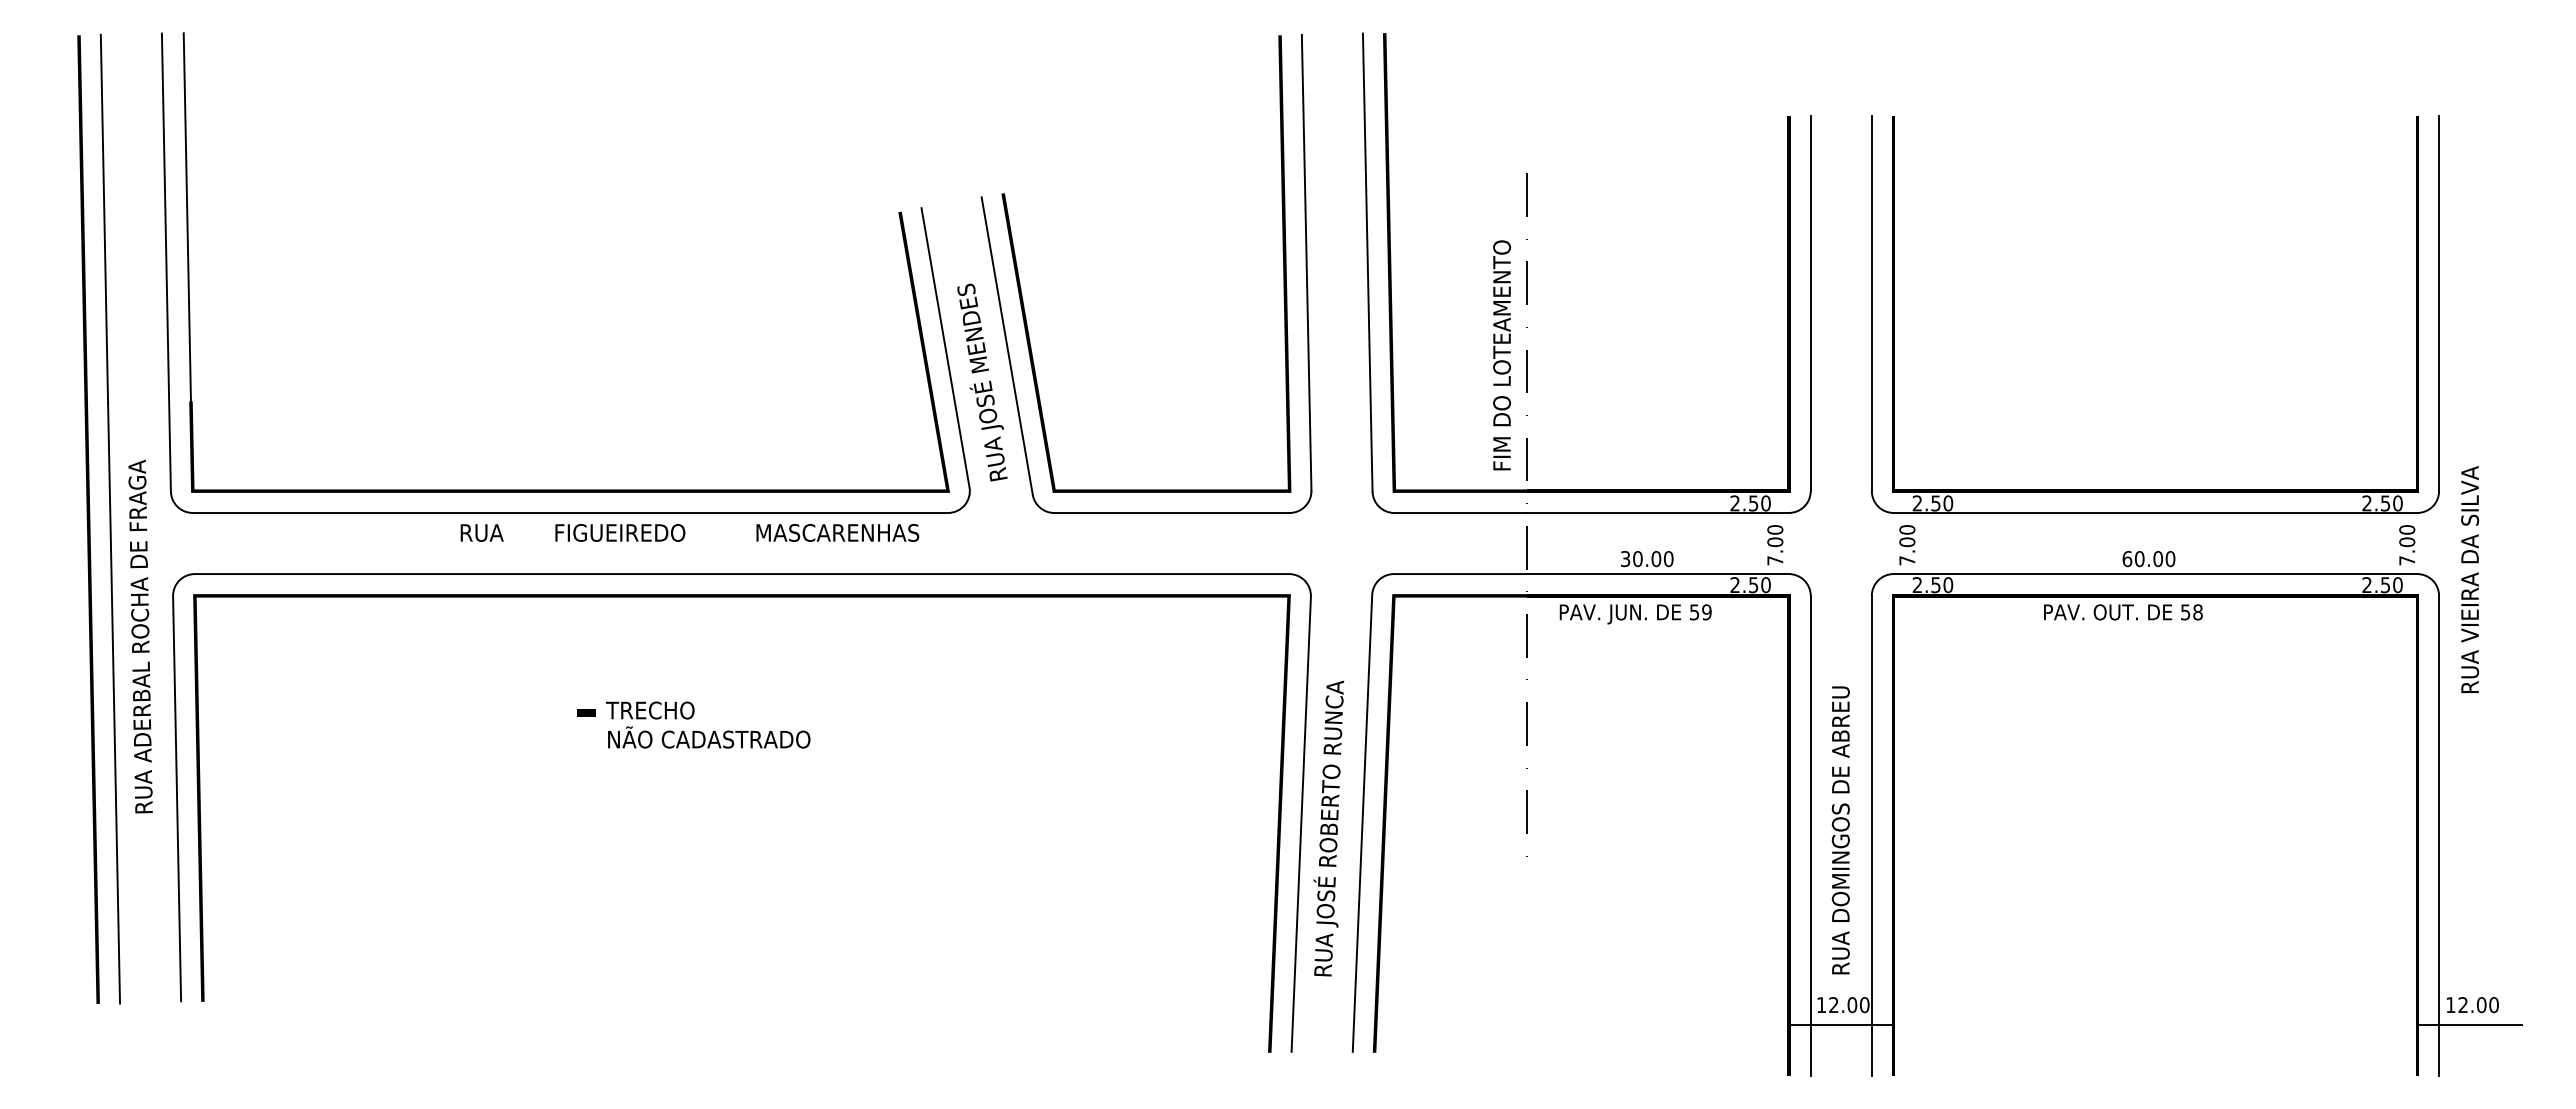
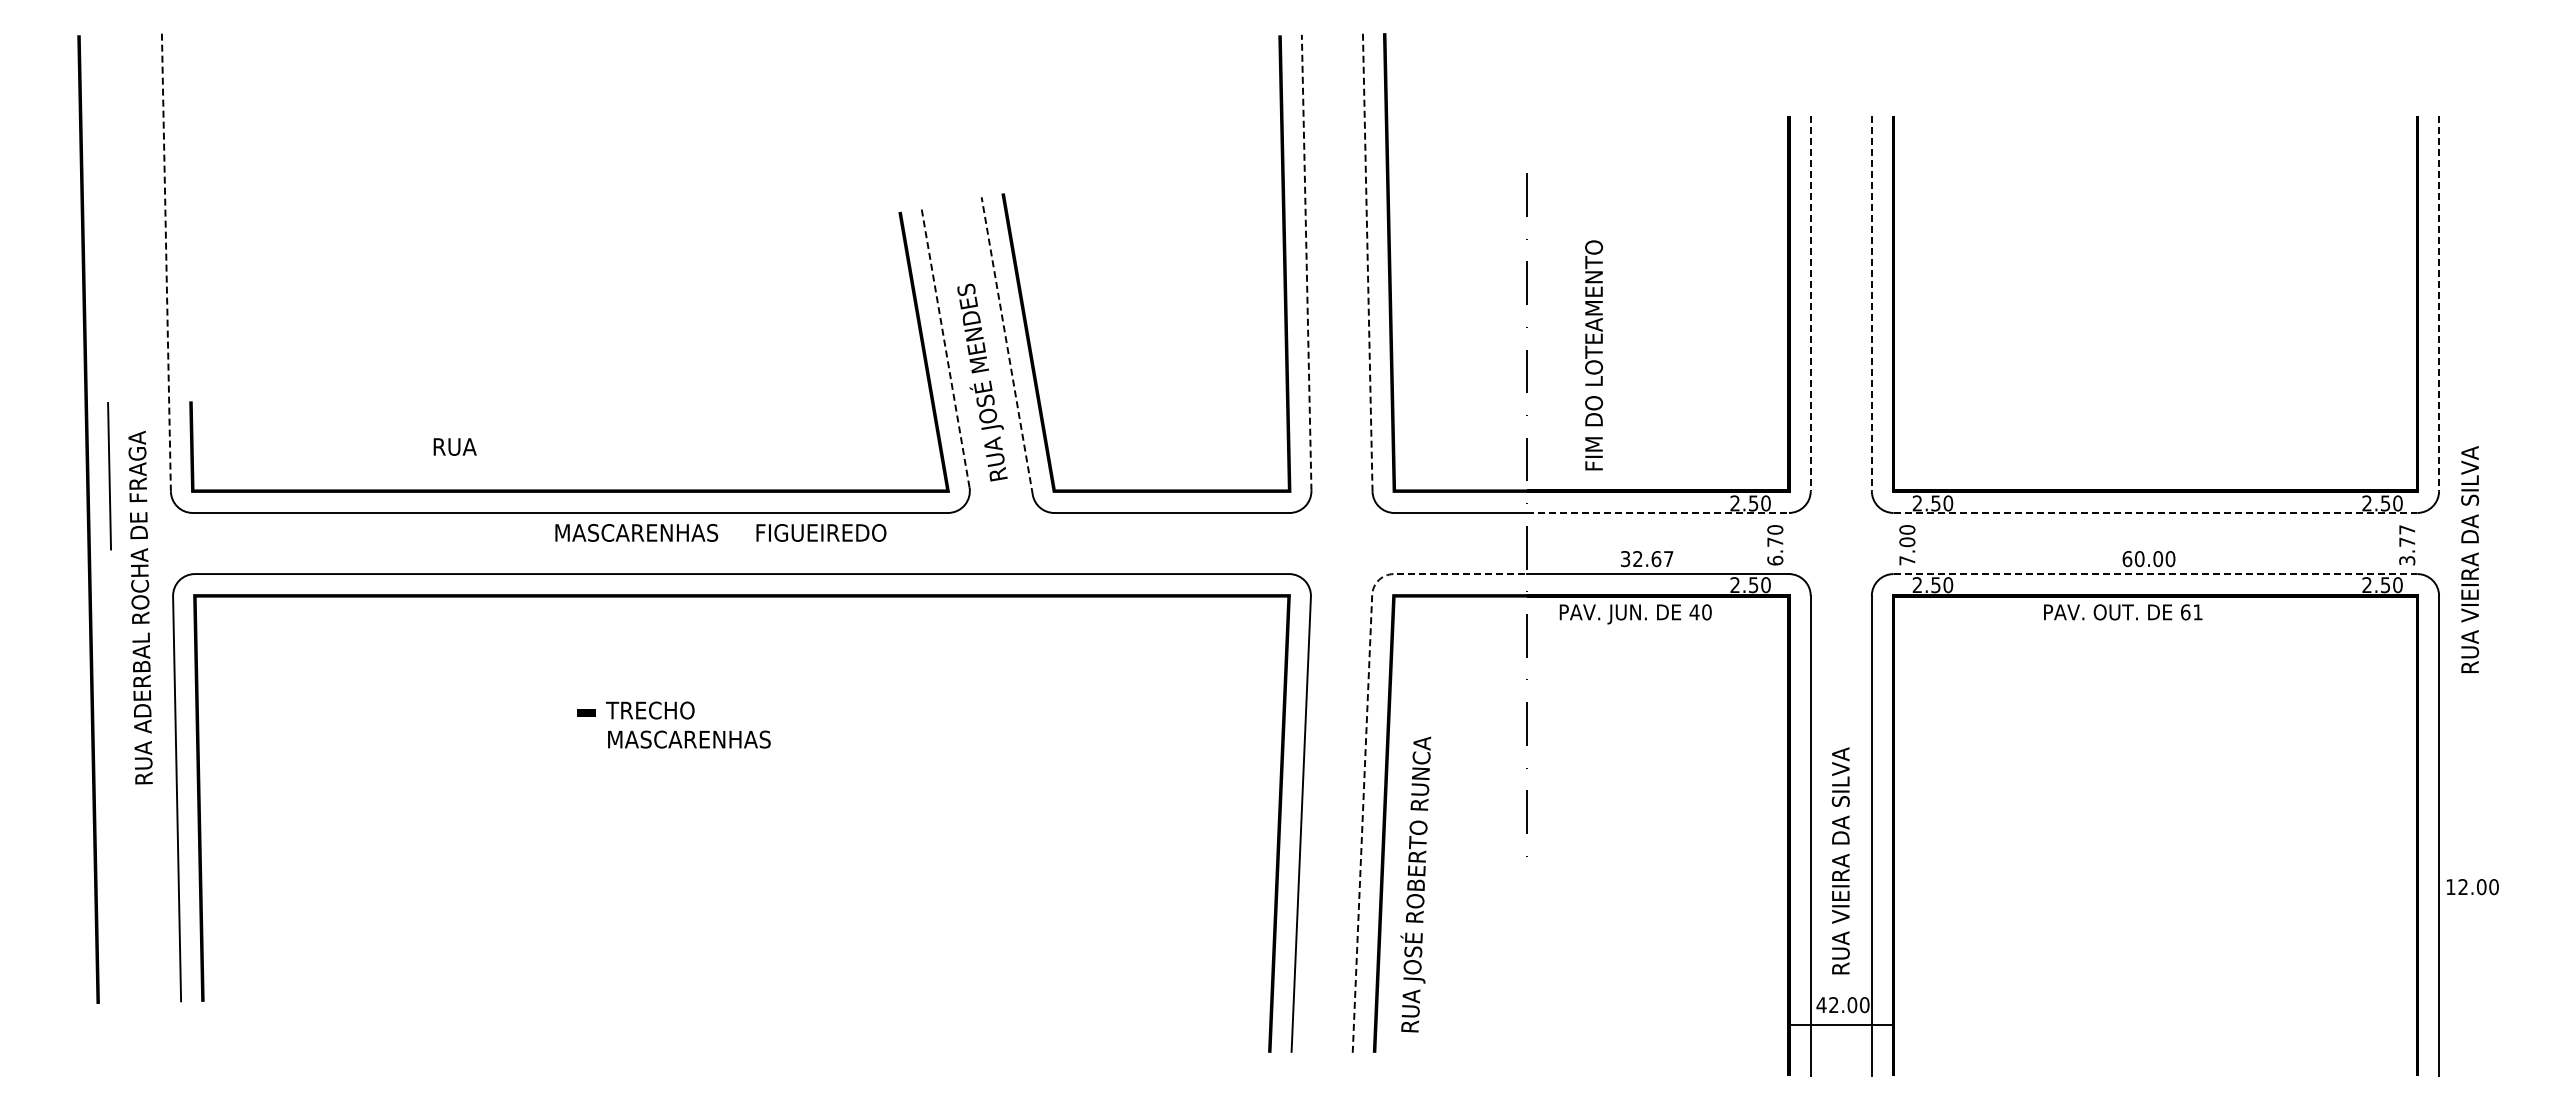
line at (186, 217): present -> none
line at (104, 218): present -> none
line at (166, 262): solid -> dashed
line at (1306, 262): solid -> dashed
line at (1367, 262): solid -> dashed
line at (1810, 303): solid -> dashed
line at (1871, 303): solid -> dashed
line at (2439, 303): solid -> dashed
line at (1007, 346): solid -> dashed
line at (945, 347): solid -> dashed
text at (1501, 355) position: (1501, 355) -> (1593, 355)
line at (1658, 512): solid -> dashed
line at (2155, 512): solid -> dashed
text at (481, 532) position: (481, 532) -> (454, 446)
text at (637, 532): FIGUEIREDO -> MASCARENHAS
text at (838, 532): MASCARENHAS -> FIGUEIREDO
text at (2407, 545): 7.00 -> 3.77
text at (1775, 551): 7.00 -> 6.70
text at (1653, 559): 30.00 -> 32.67
line at (2155, 574): solid -> dashed
text at (2470, 579) position: (2470, 579) -> (2470, 559)
text at (1700, 612): 59 -> 40
text at (2191, 612): 58 -> 61
text at (140, 636) position: (140, 636) -> (140, 607)
line at (1366, 732): solid -> dashed
text at (710, 737): NÃO CADASTRADO -> MASCARENHAS
line at (115, 776): present -> none
text at (1840, 804): RUA DOMINGOS DE ABREU -> RUA VIEIRA DA SILVA
text at (1328, 828) position: (1328, 828) -> (1415, 884)
text at (1821, 1004): 12.00 -> 42.00
text at (2472, 1005) position: (2472, 1005) -> (2472, 887)
line at (2469, 1025): present -> none
